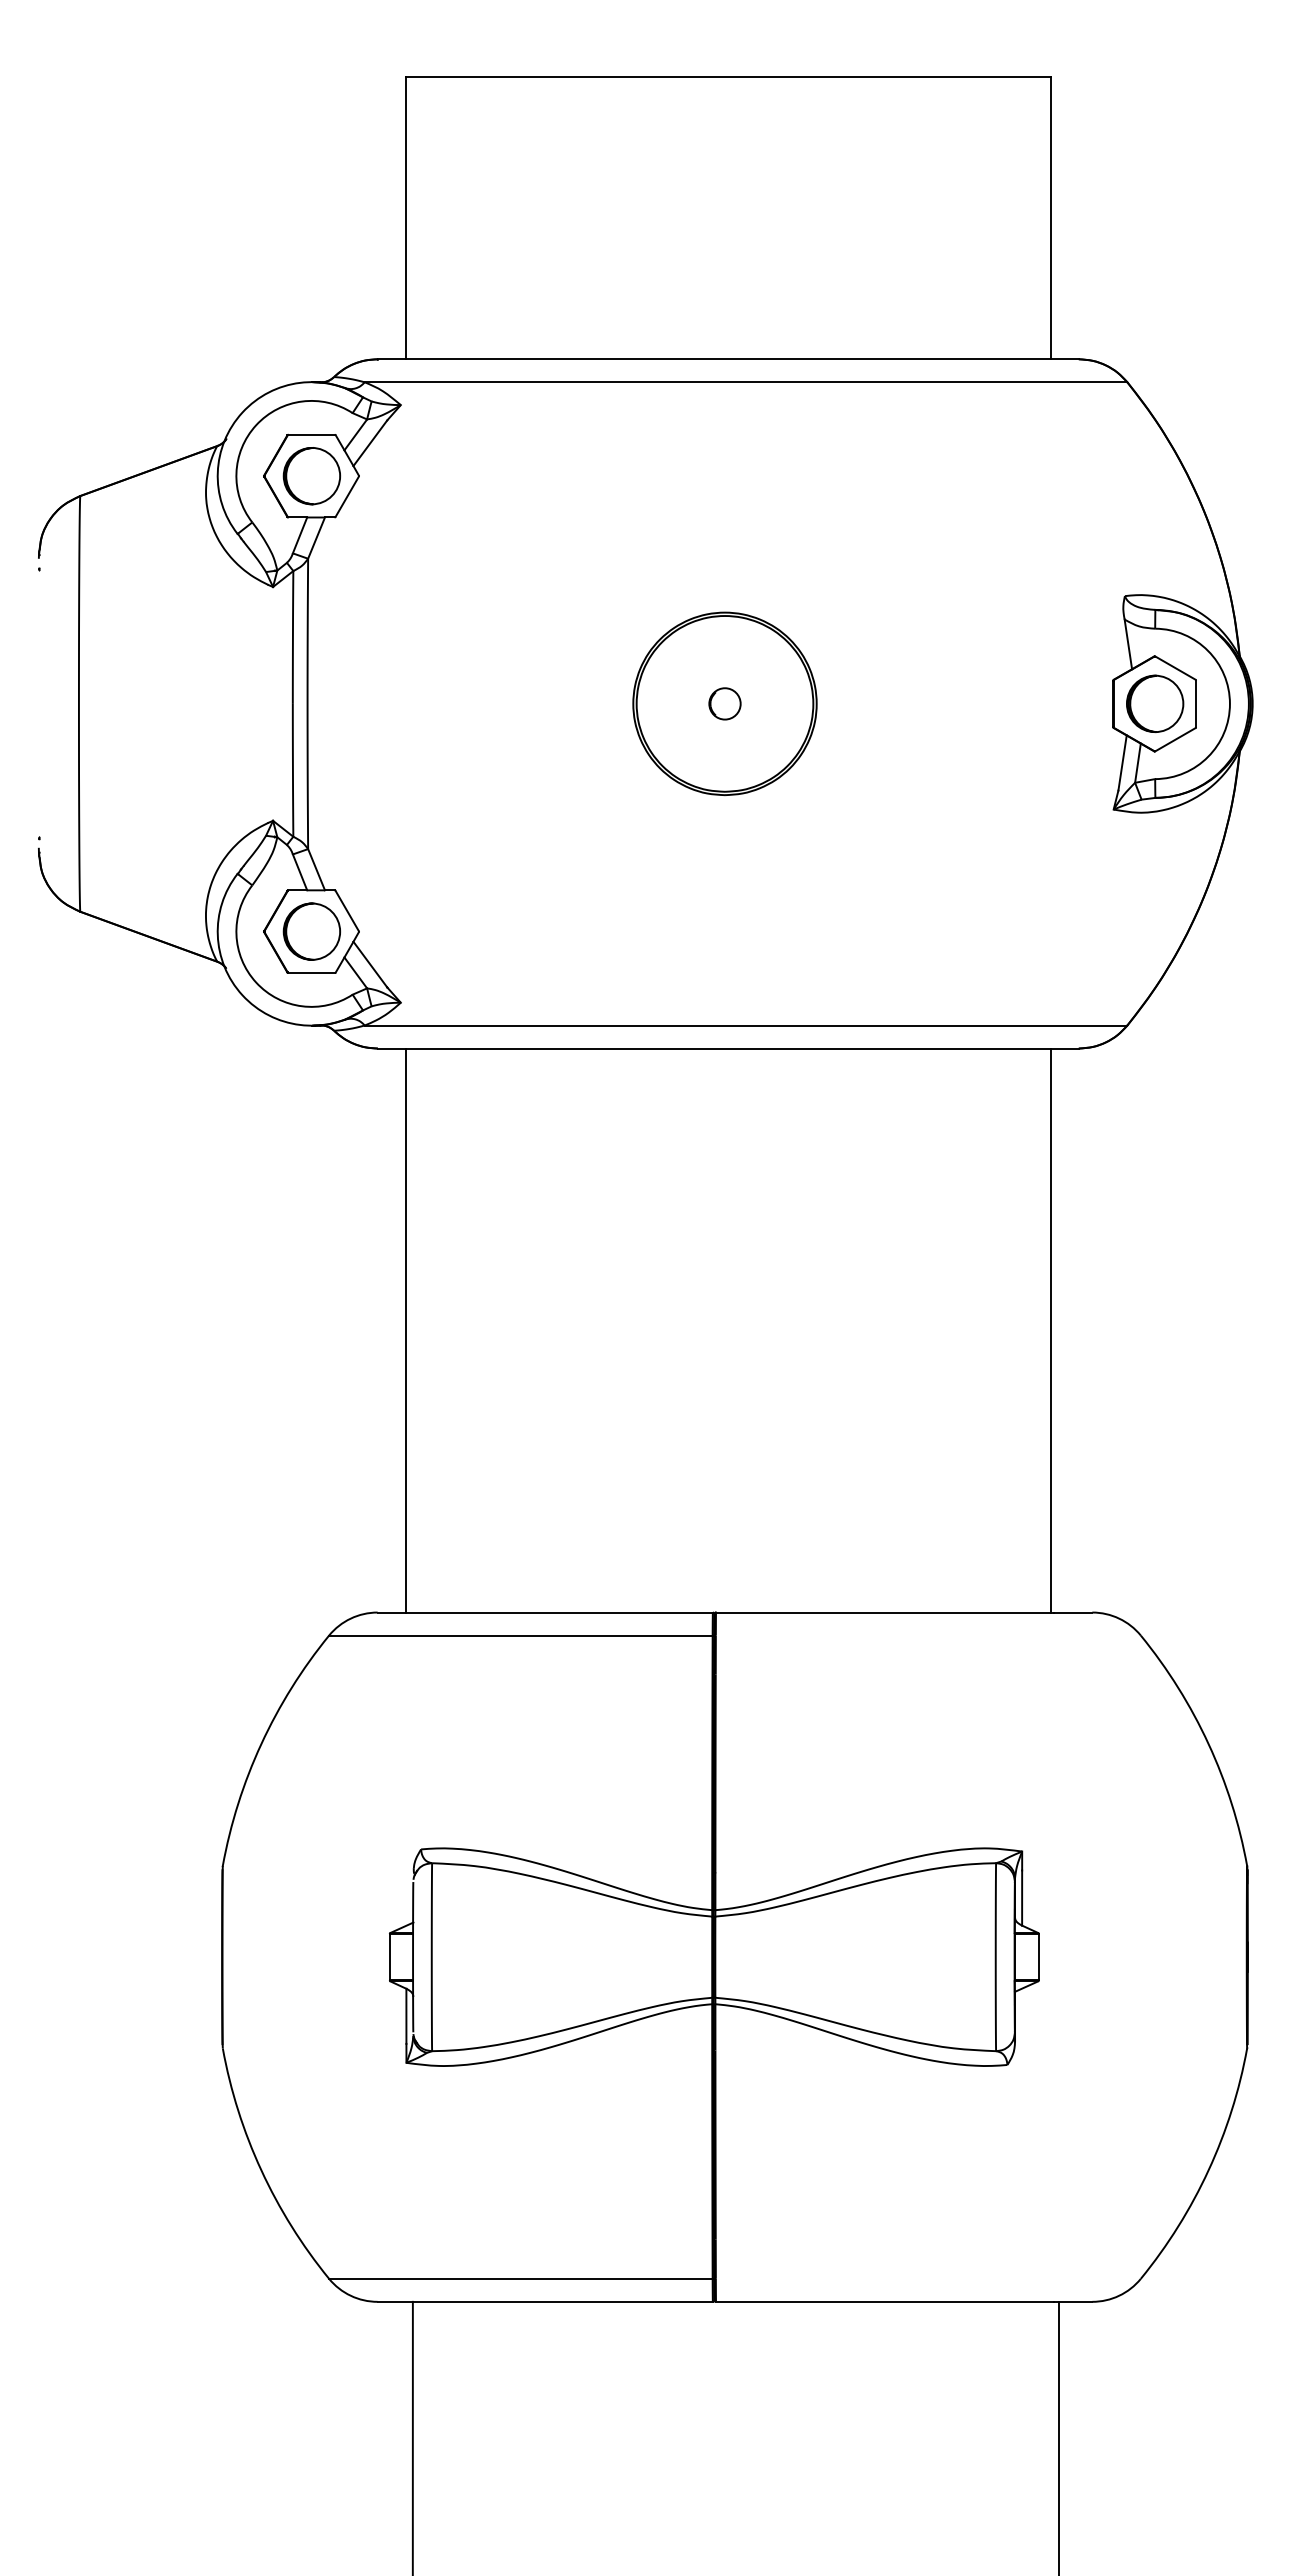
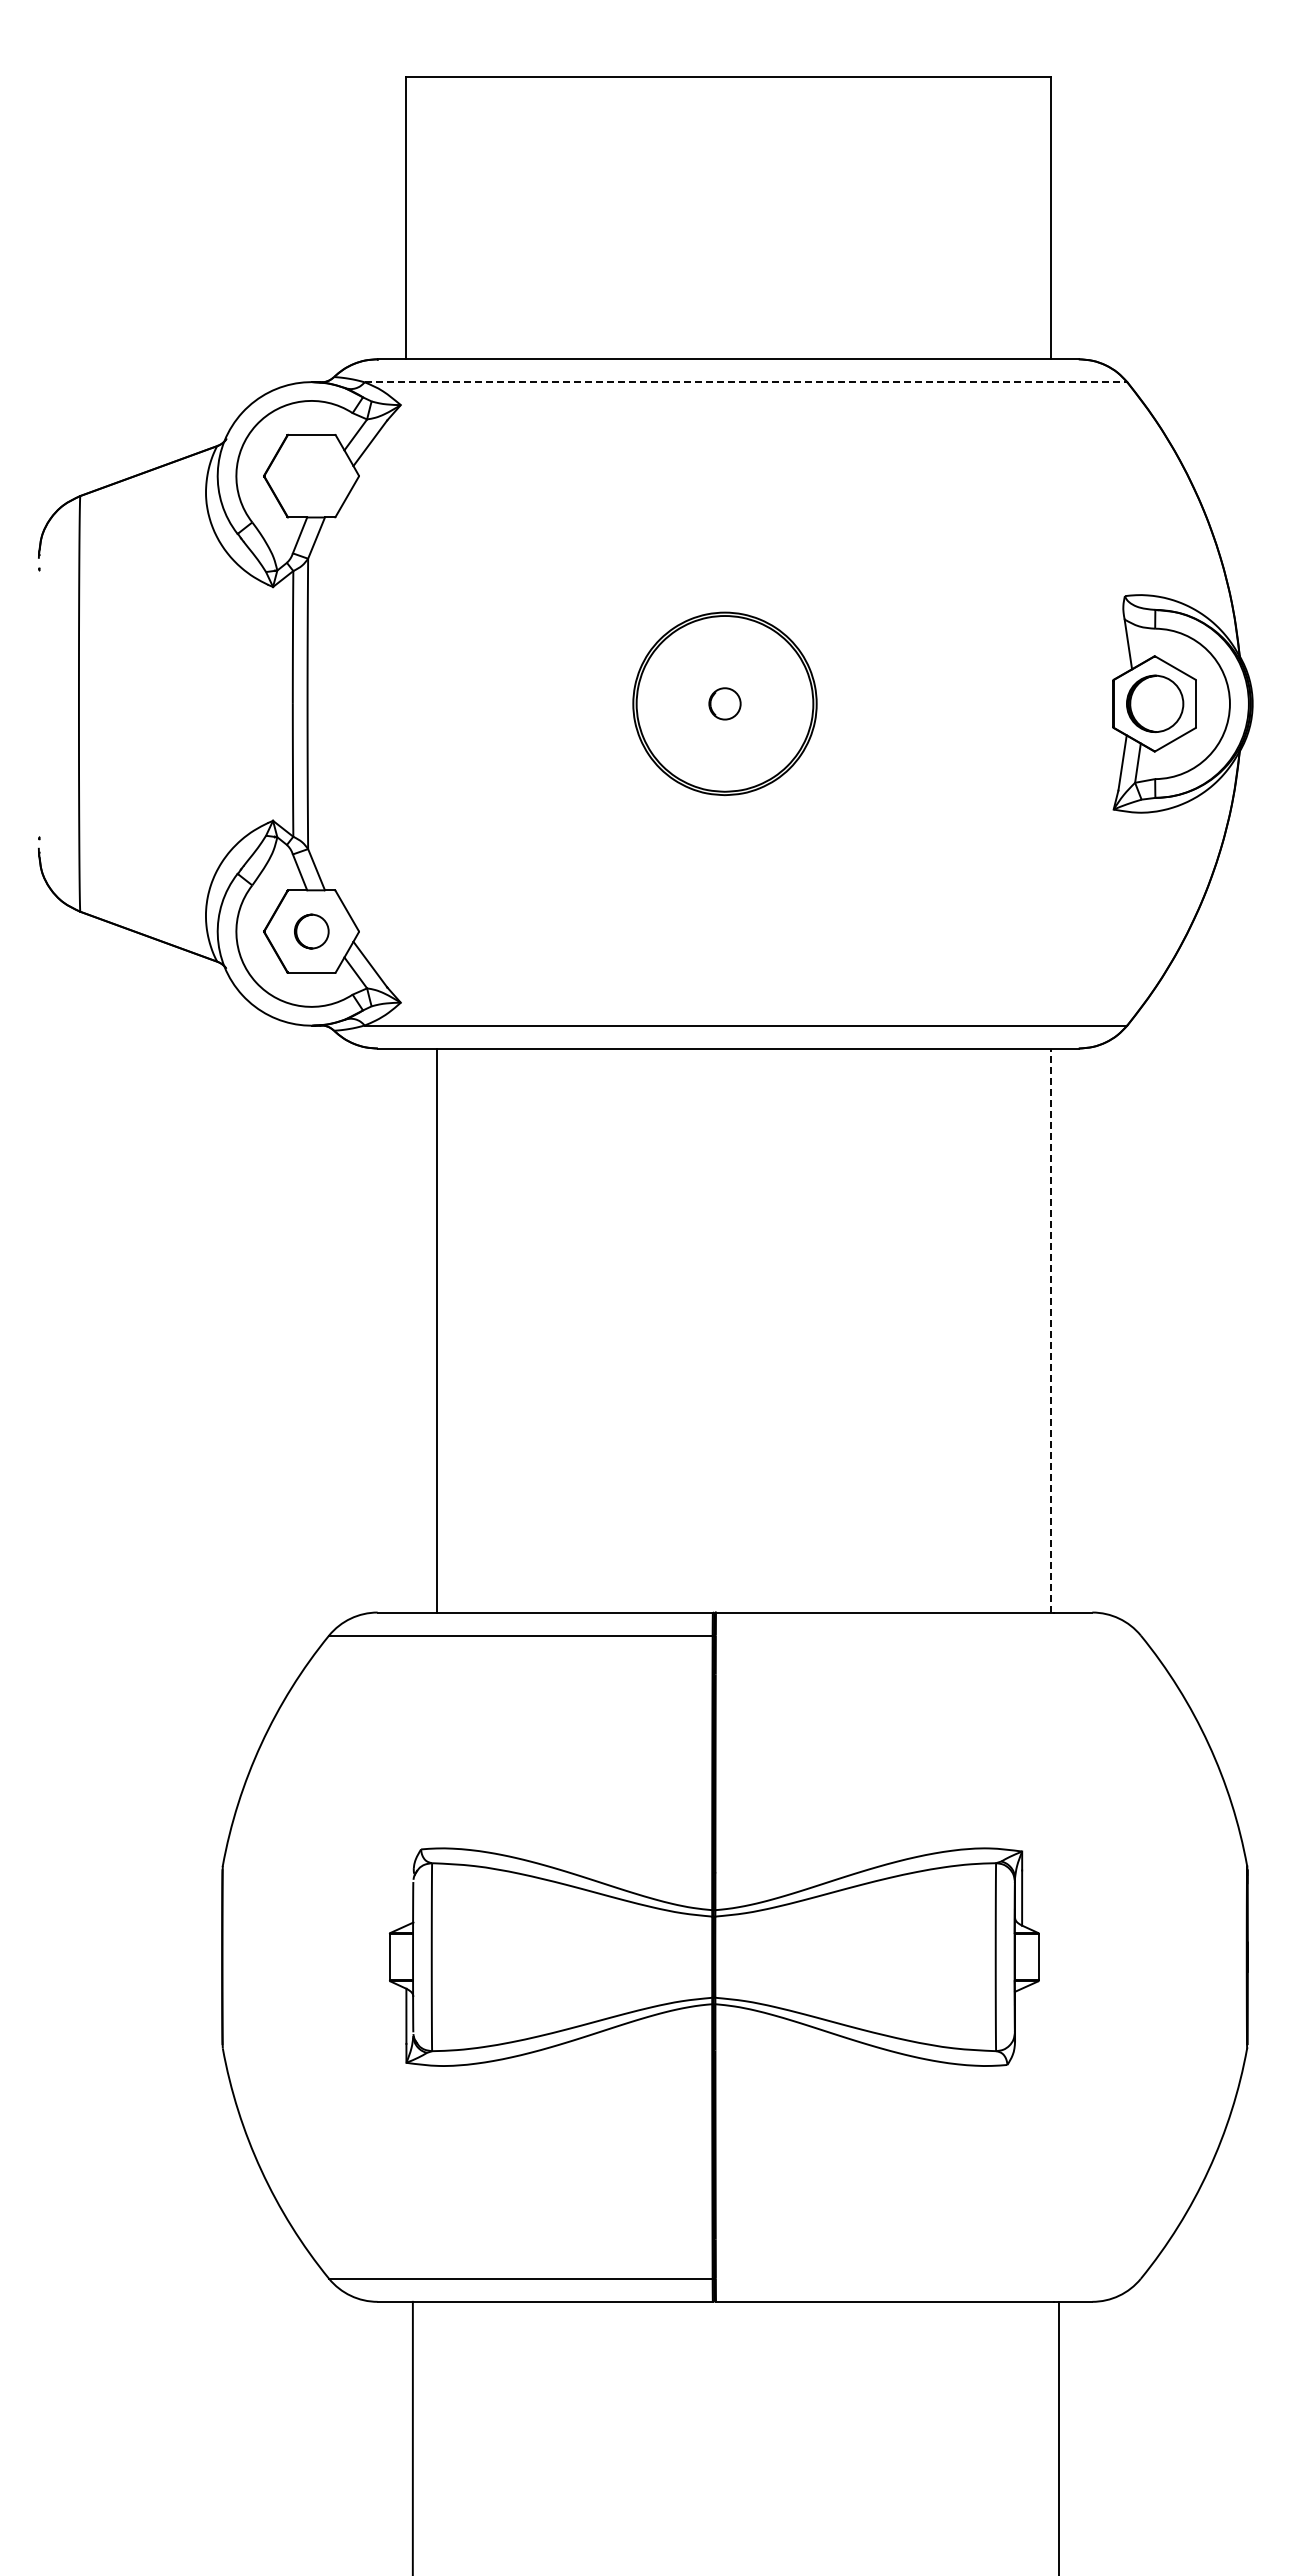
line at (746, 382): solid -> dashed
part at (311, 476): present -> none
part at (311, 931) size: 59x59 px -> 36x37 px
line at (405, 1330) position: (405, 1330) -> (436, 1330)
line at (1051, 1330): solid -> dashed
